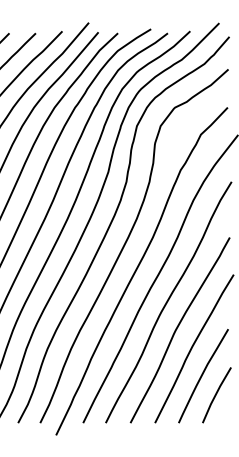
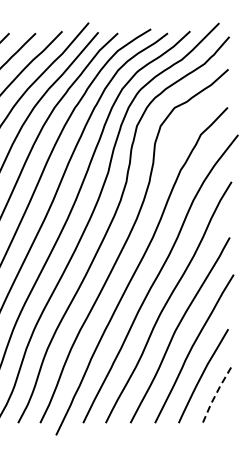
line at (215, 394): solid -> dashed
